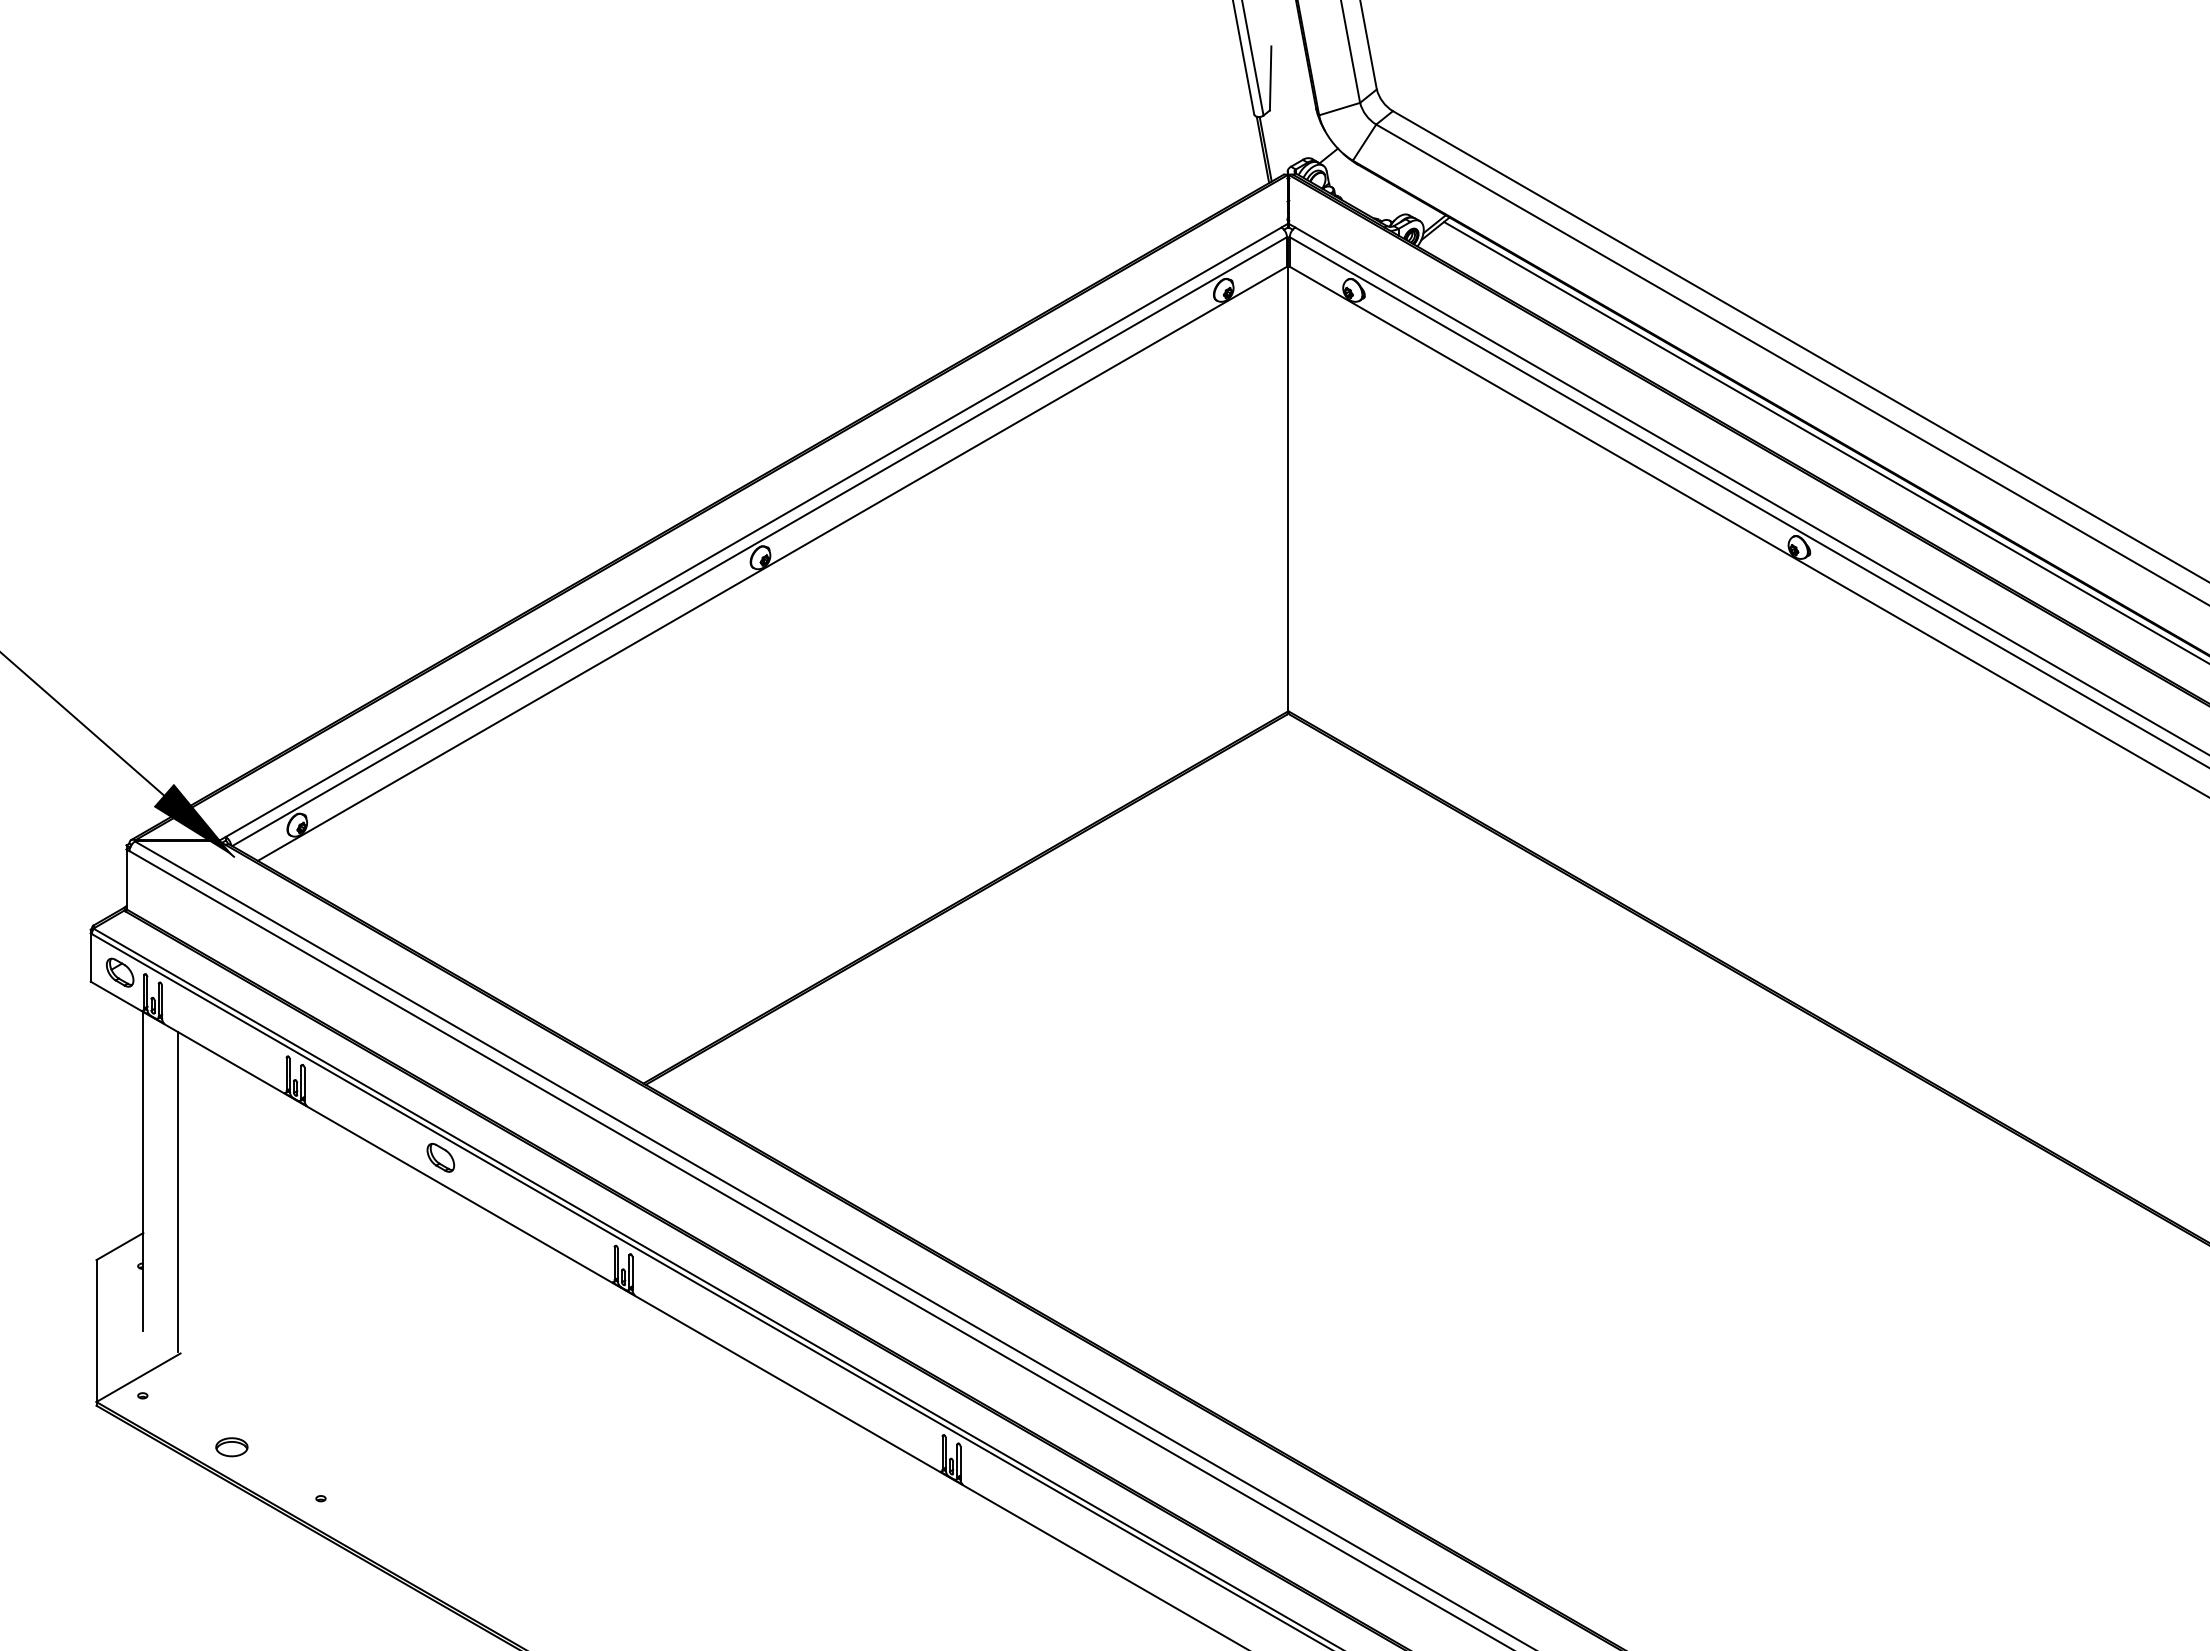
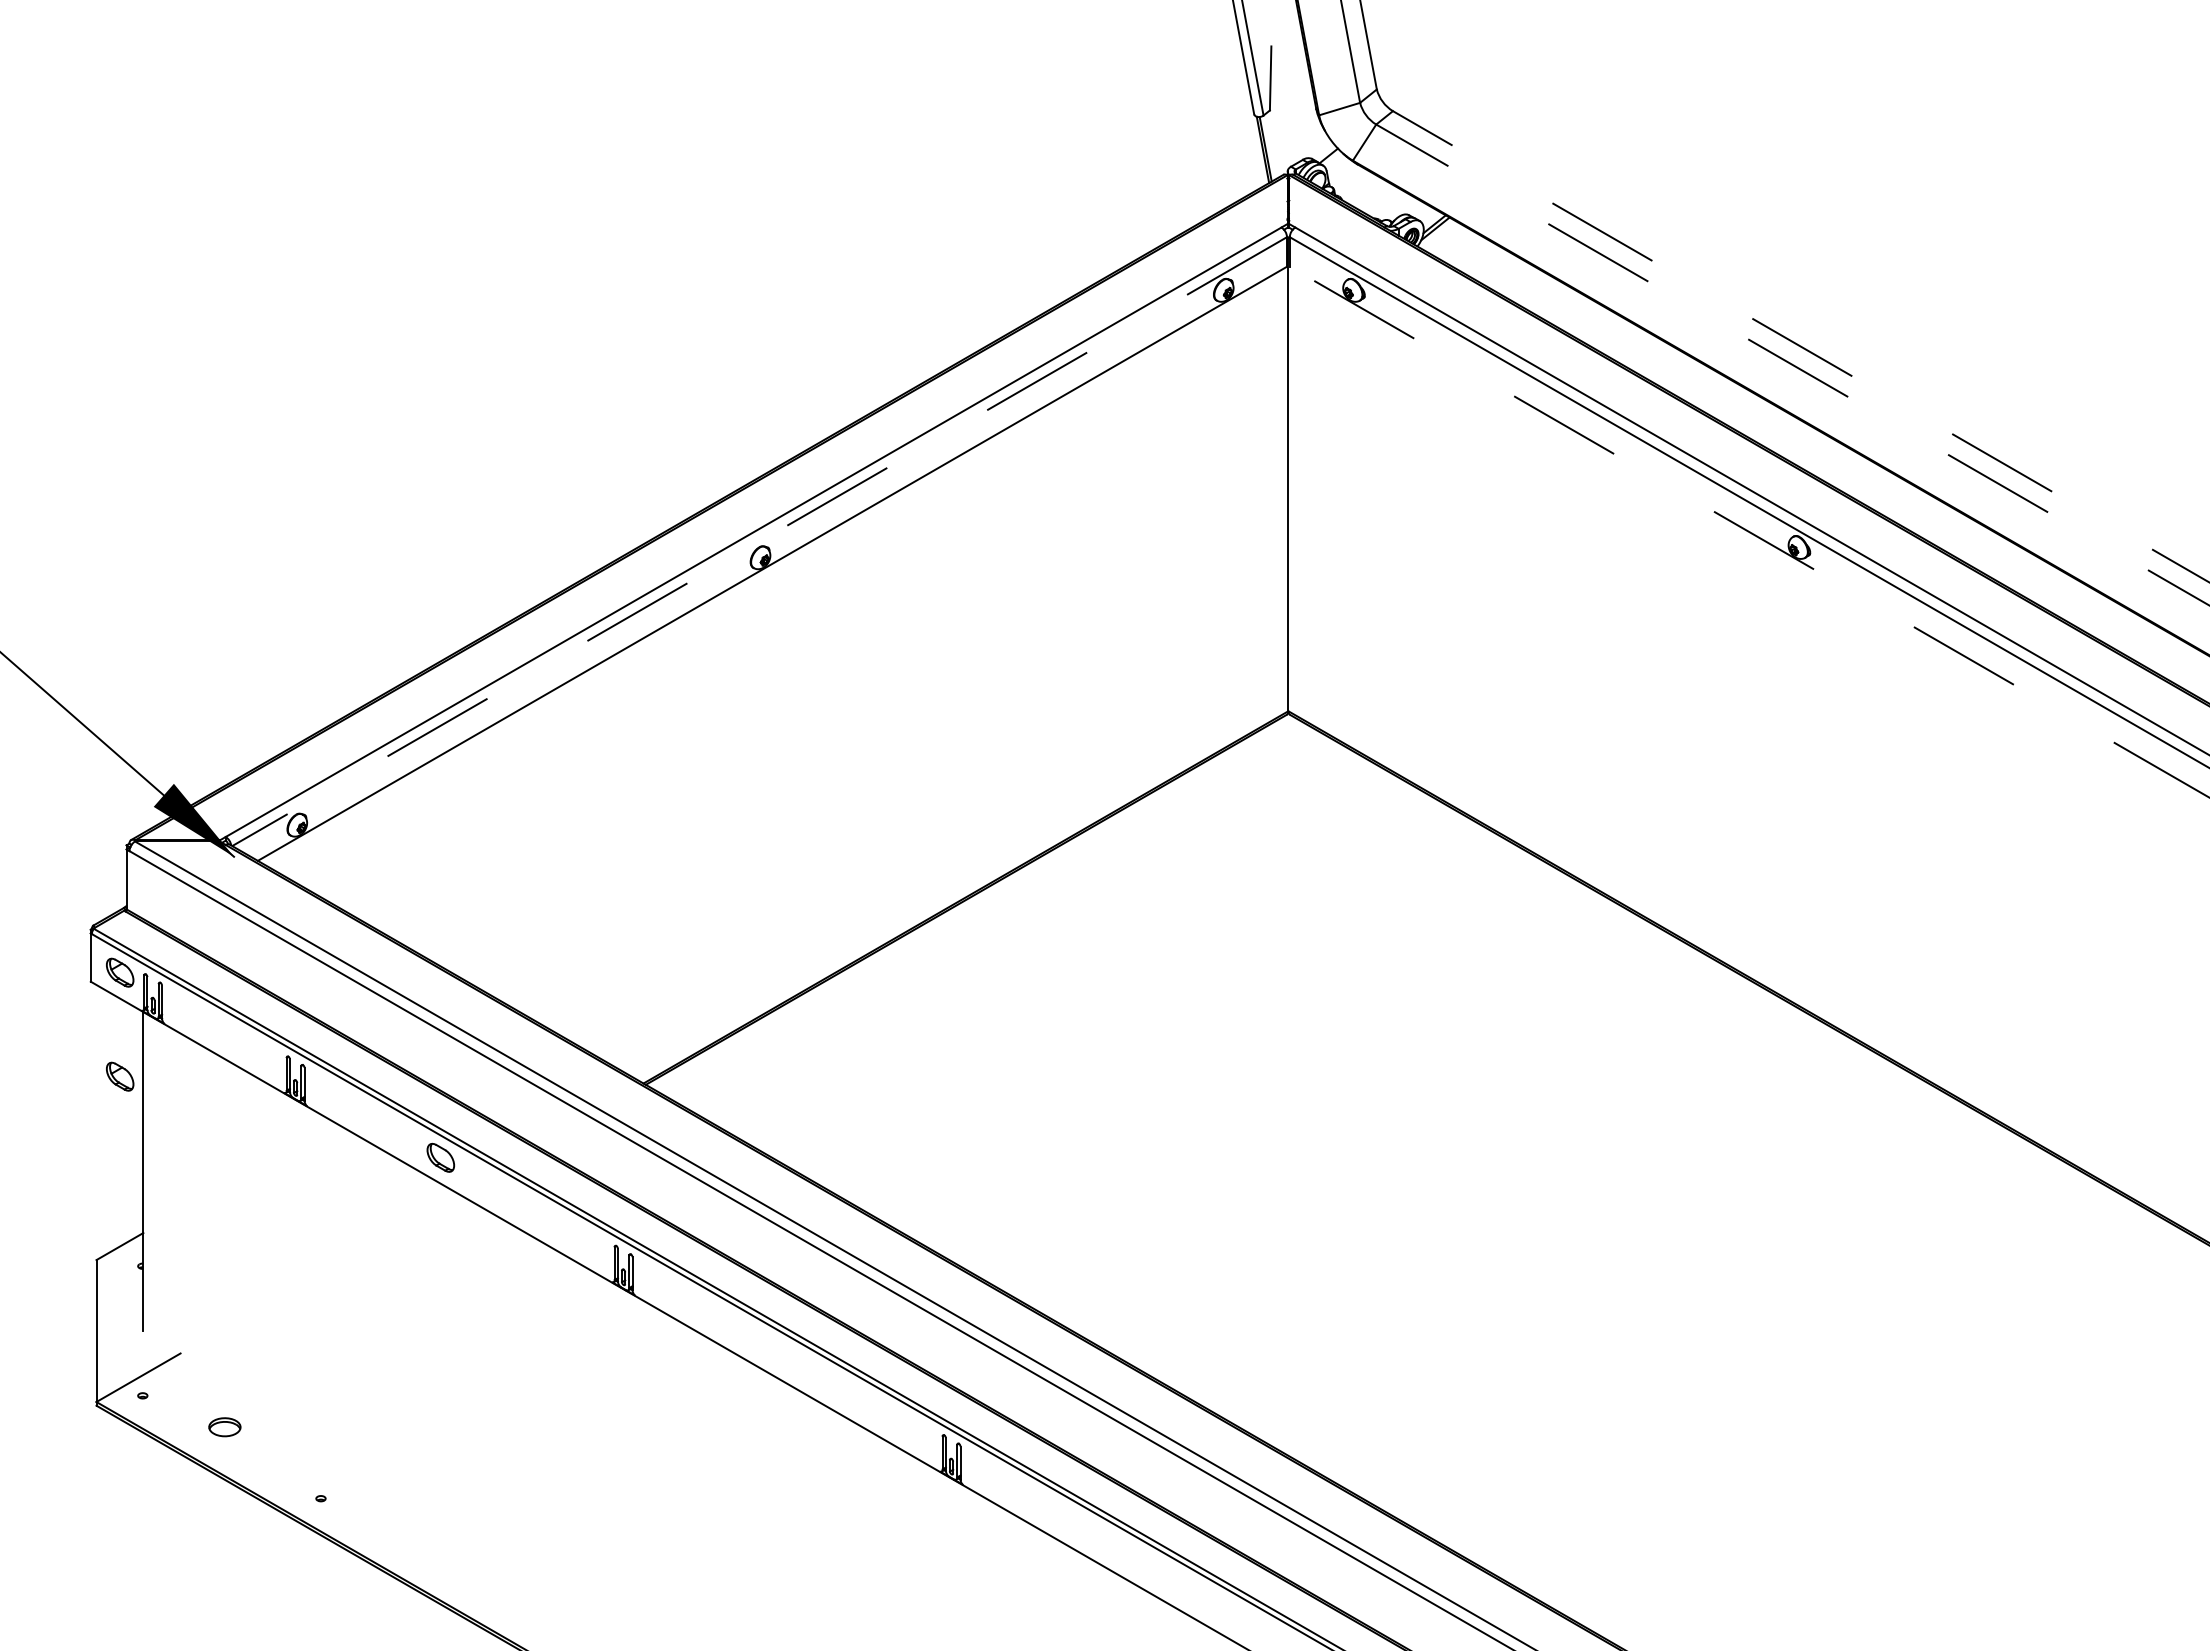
line at (1800, 346): solid -> dashed
line at (1792, 365): solid -> dashed
line at (1825, 442): present -> none
line at (1749, 532): solid -> dashed
line at (759, 541): solid -> dashed
part at (120, 1076): none -> present
line at (178, 1192): present -> none
part at (231, 1447) position: (231, 1447) -> (224, 1427)
